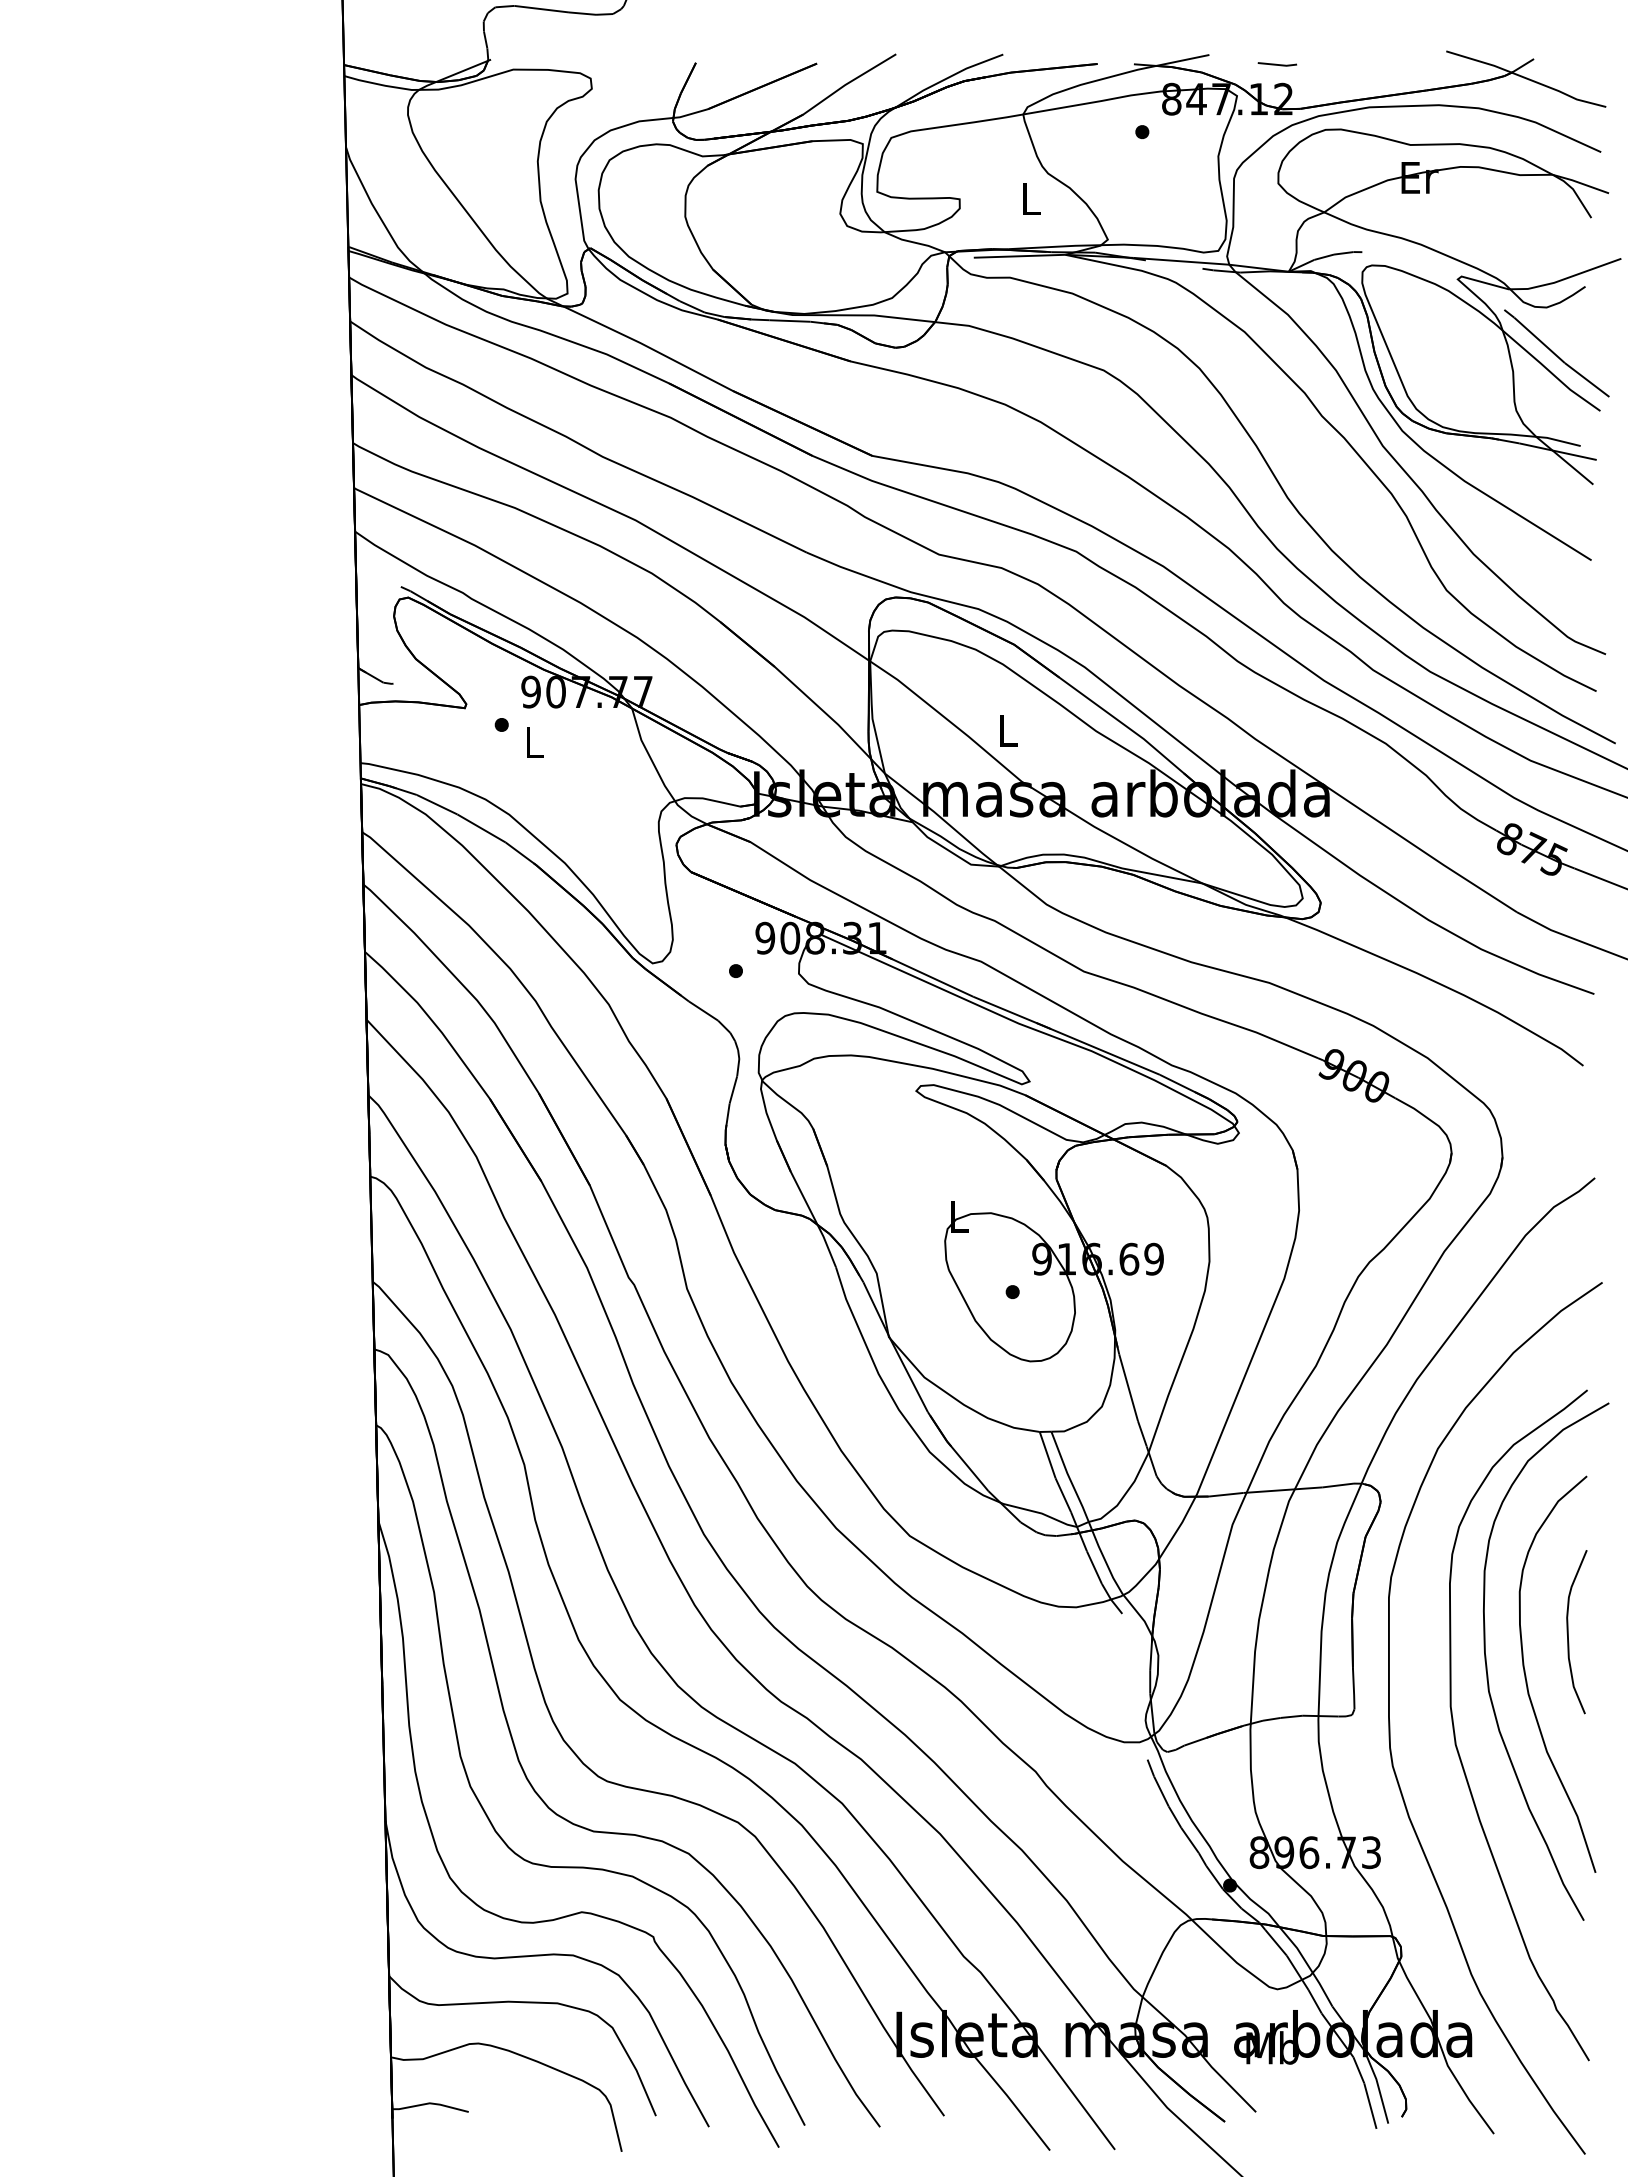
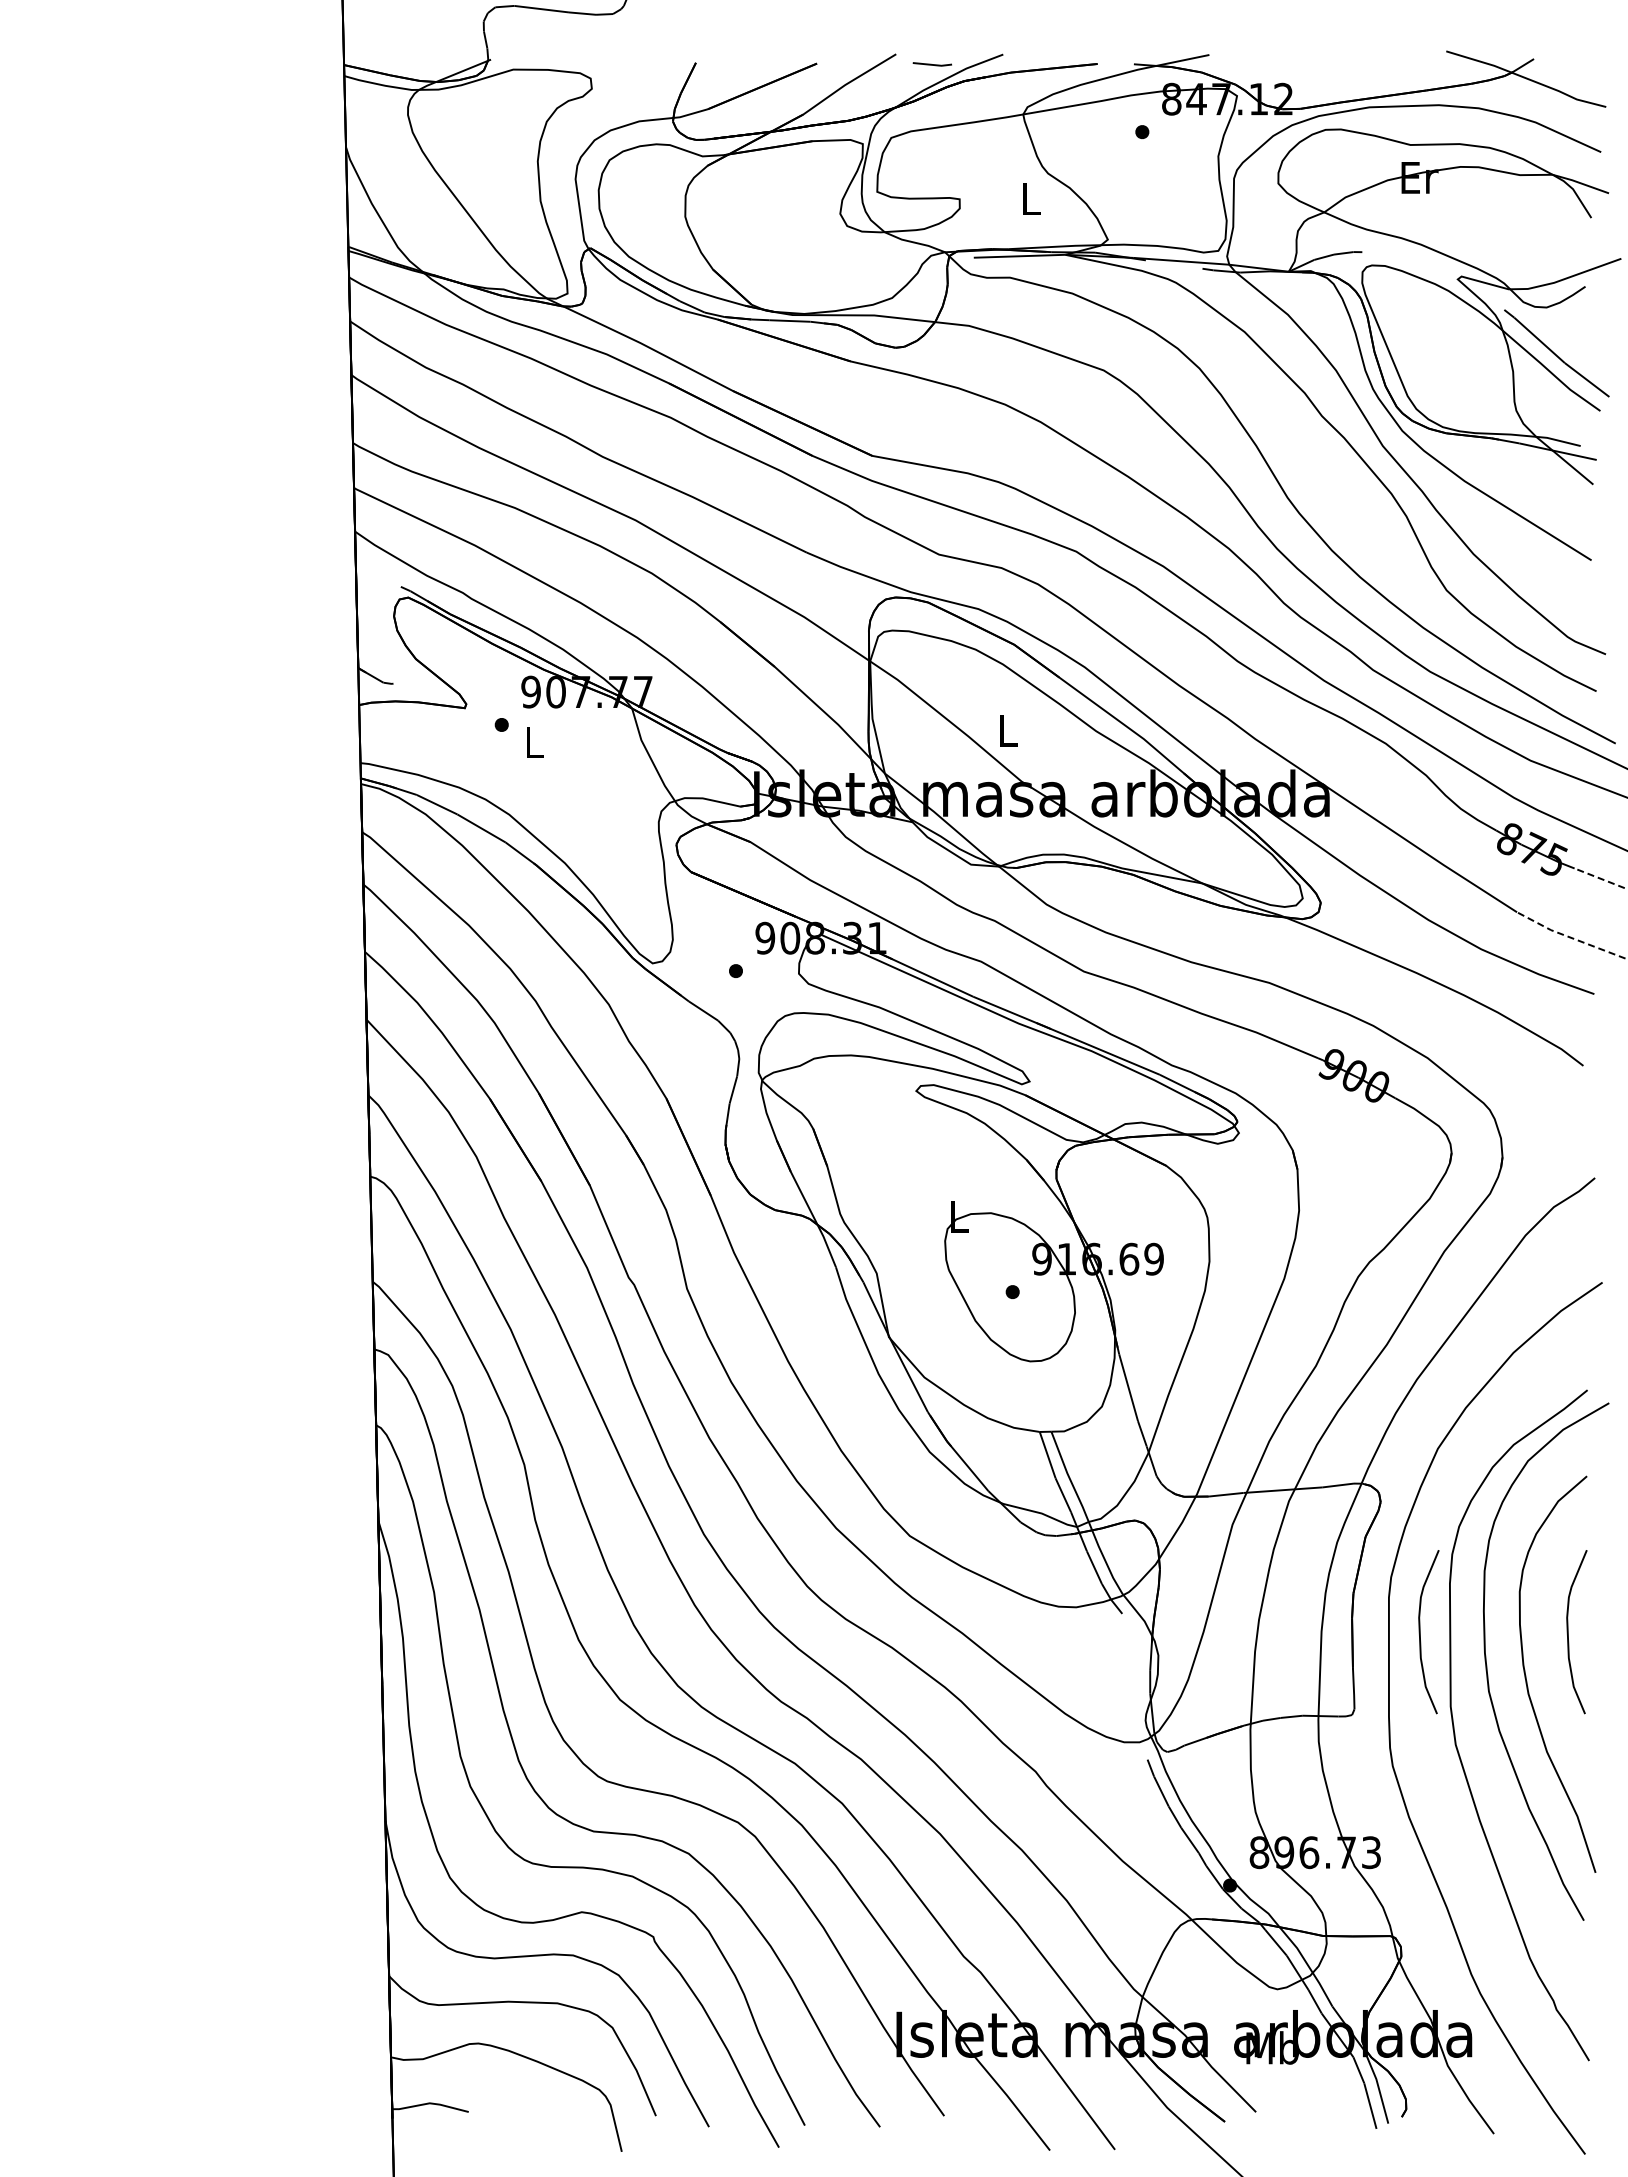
line at (1276, 64) position: (1276, 64) -> (931, 64)
line at (1600, 878): solid -> dashed
line at (1570, 937): solid -> dashed
curve at (1420, 1632): none -> present
